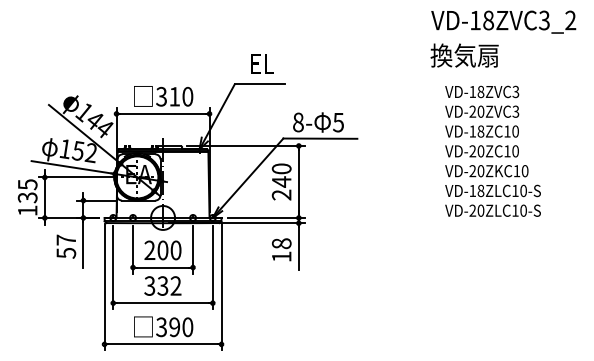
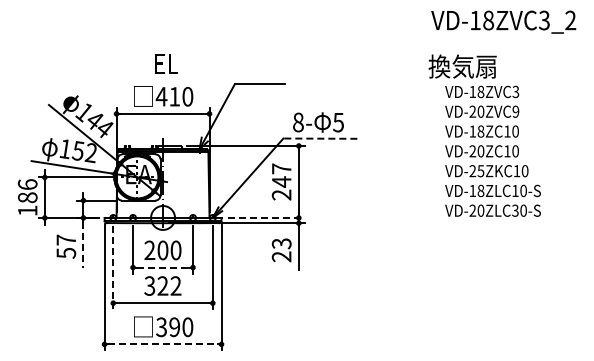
text at (464, 55) position: (464, 55) -> (462, 66)
text at (262, 63) position: (262, 63) -> (166, 63)
text at (161, 96): 310 -> 410
text at (515, 111): VD-20ZVC3 -> VD-20ZVC9
line at (320, 138): solid -> dashed
text at (281, 168): 240 -> 247
text at (480, 171): VD-20ZKC10 -> VD-25ZKC10
text at (27, 191): 135 -> 186
text at (515, 210): VD-20ZLC10-S -> VD-20ZLC30-S
line at (266, 217): solid -> dashed
line at (83, 245): solid -> dashed
text at (281, 250): 18 -> 23
line at (113, 267): solid -> dashed
line at (163, 267): solid -> dashed
text at (162, 285): 332 -> 322
line at (163, 344): solid -> dashed
